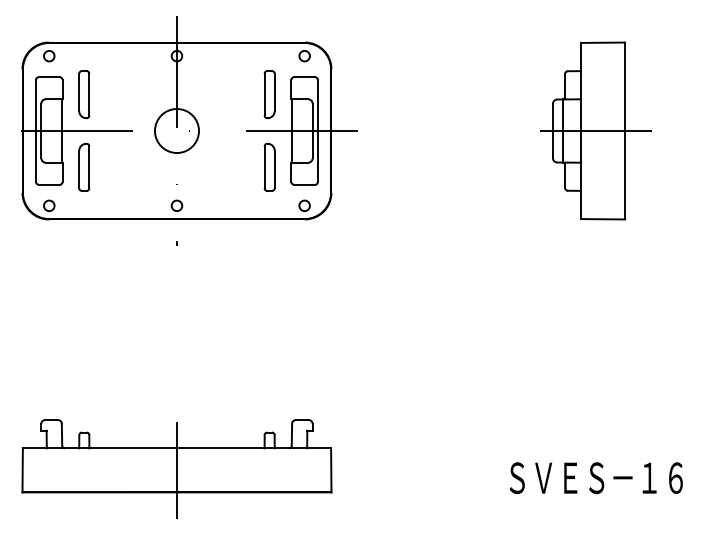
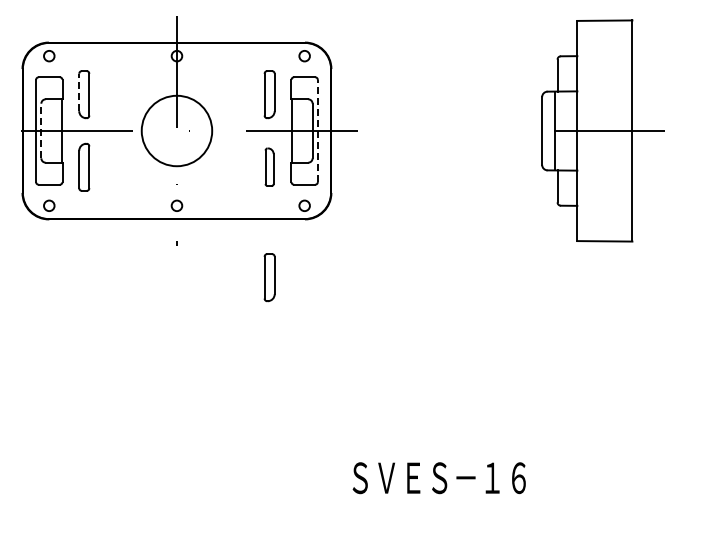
line at (79, 92): solid -> dashed
line at (41, 130): solid -> dashed
line at (317, 130): solid -> dashed
part at (595, 130) size: 112x180 px -> 124x224 px
circle at (176, 131) diameter: 44 px -> 70 px
part at (269, 166) size: 13x50 px -> 11x40 px
part at (269, 277): none -> present
part at (176, 468): present -> none
text at (595, 478) position: (595, 478) -> (438, 478)
